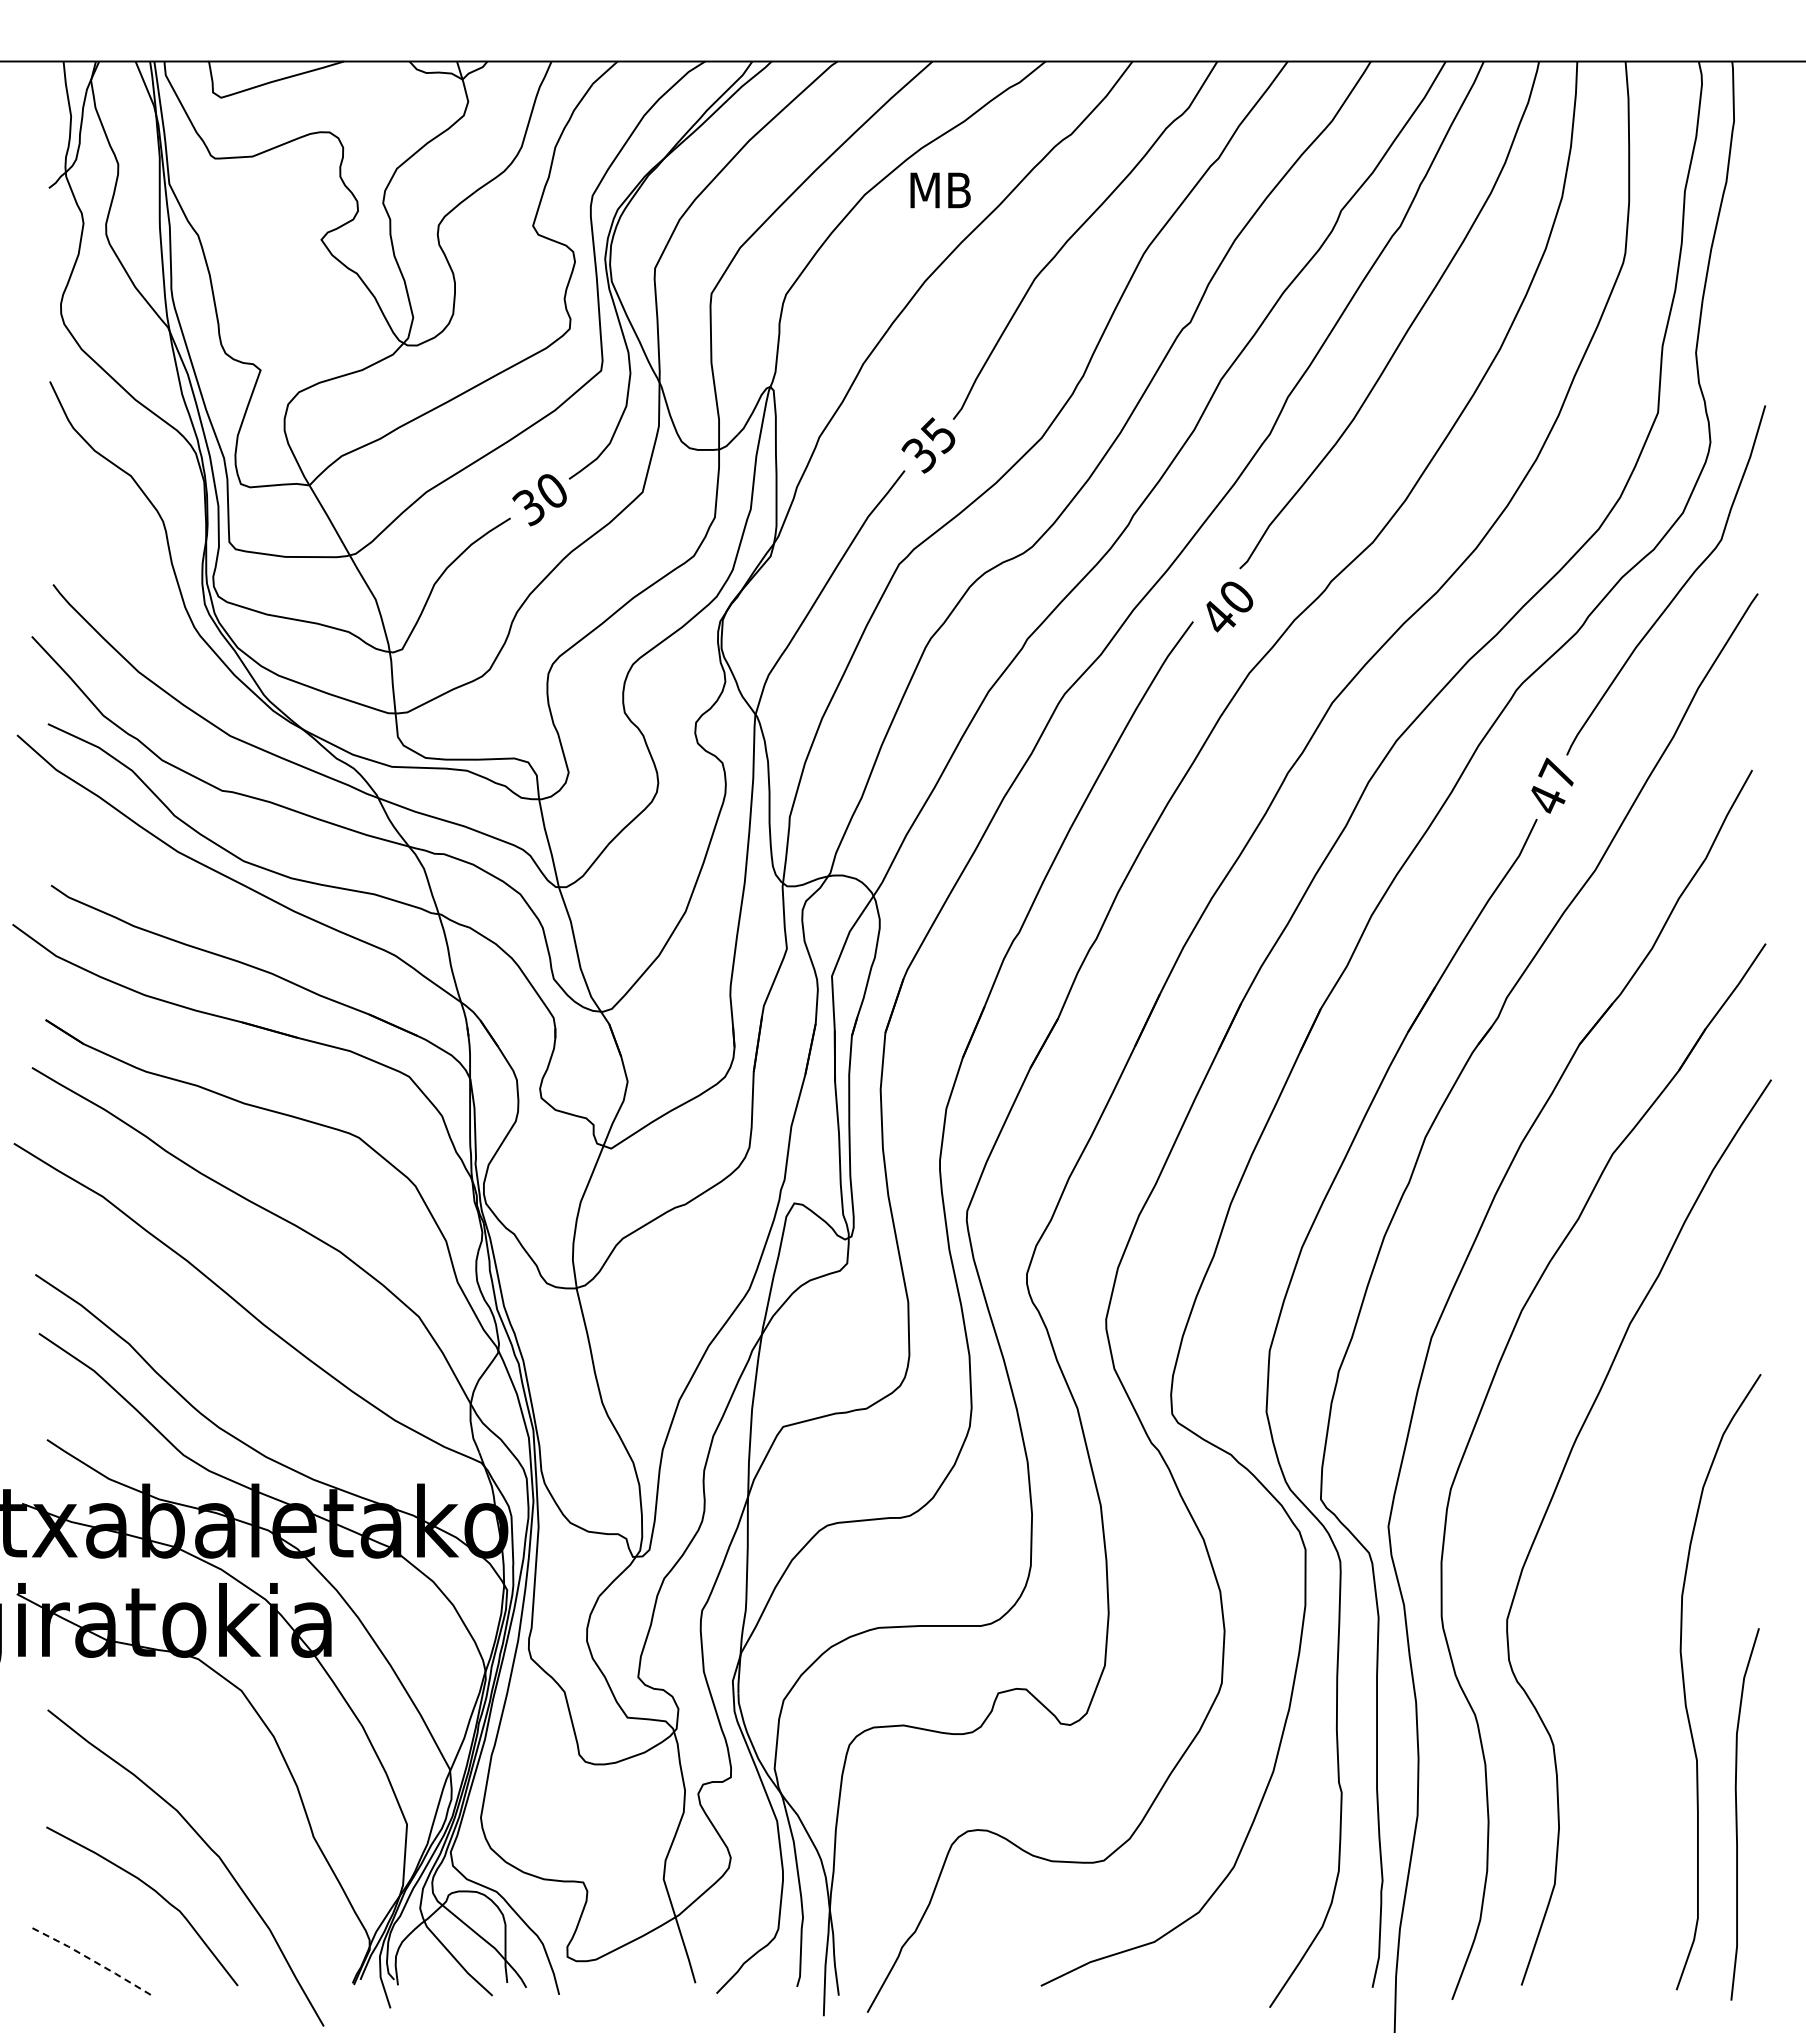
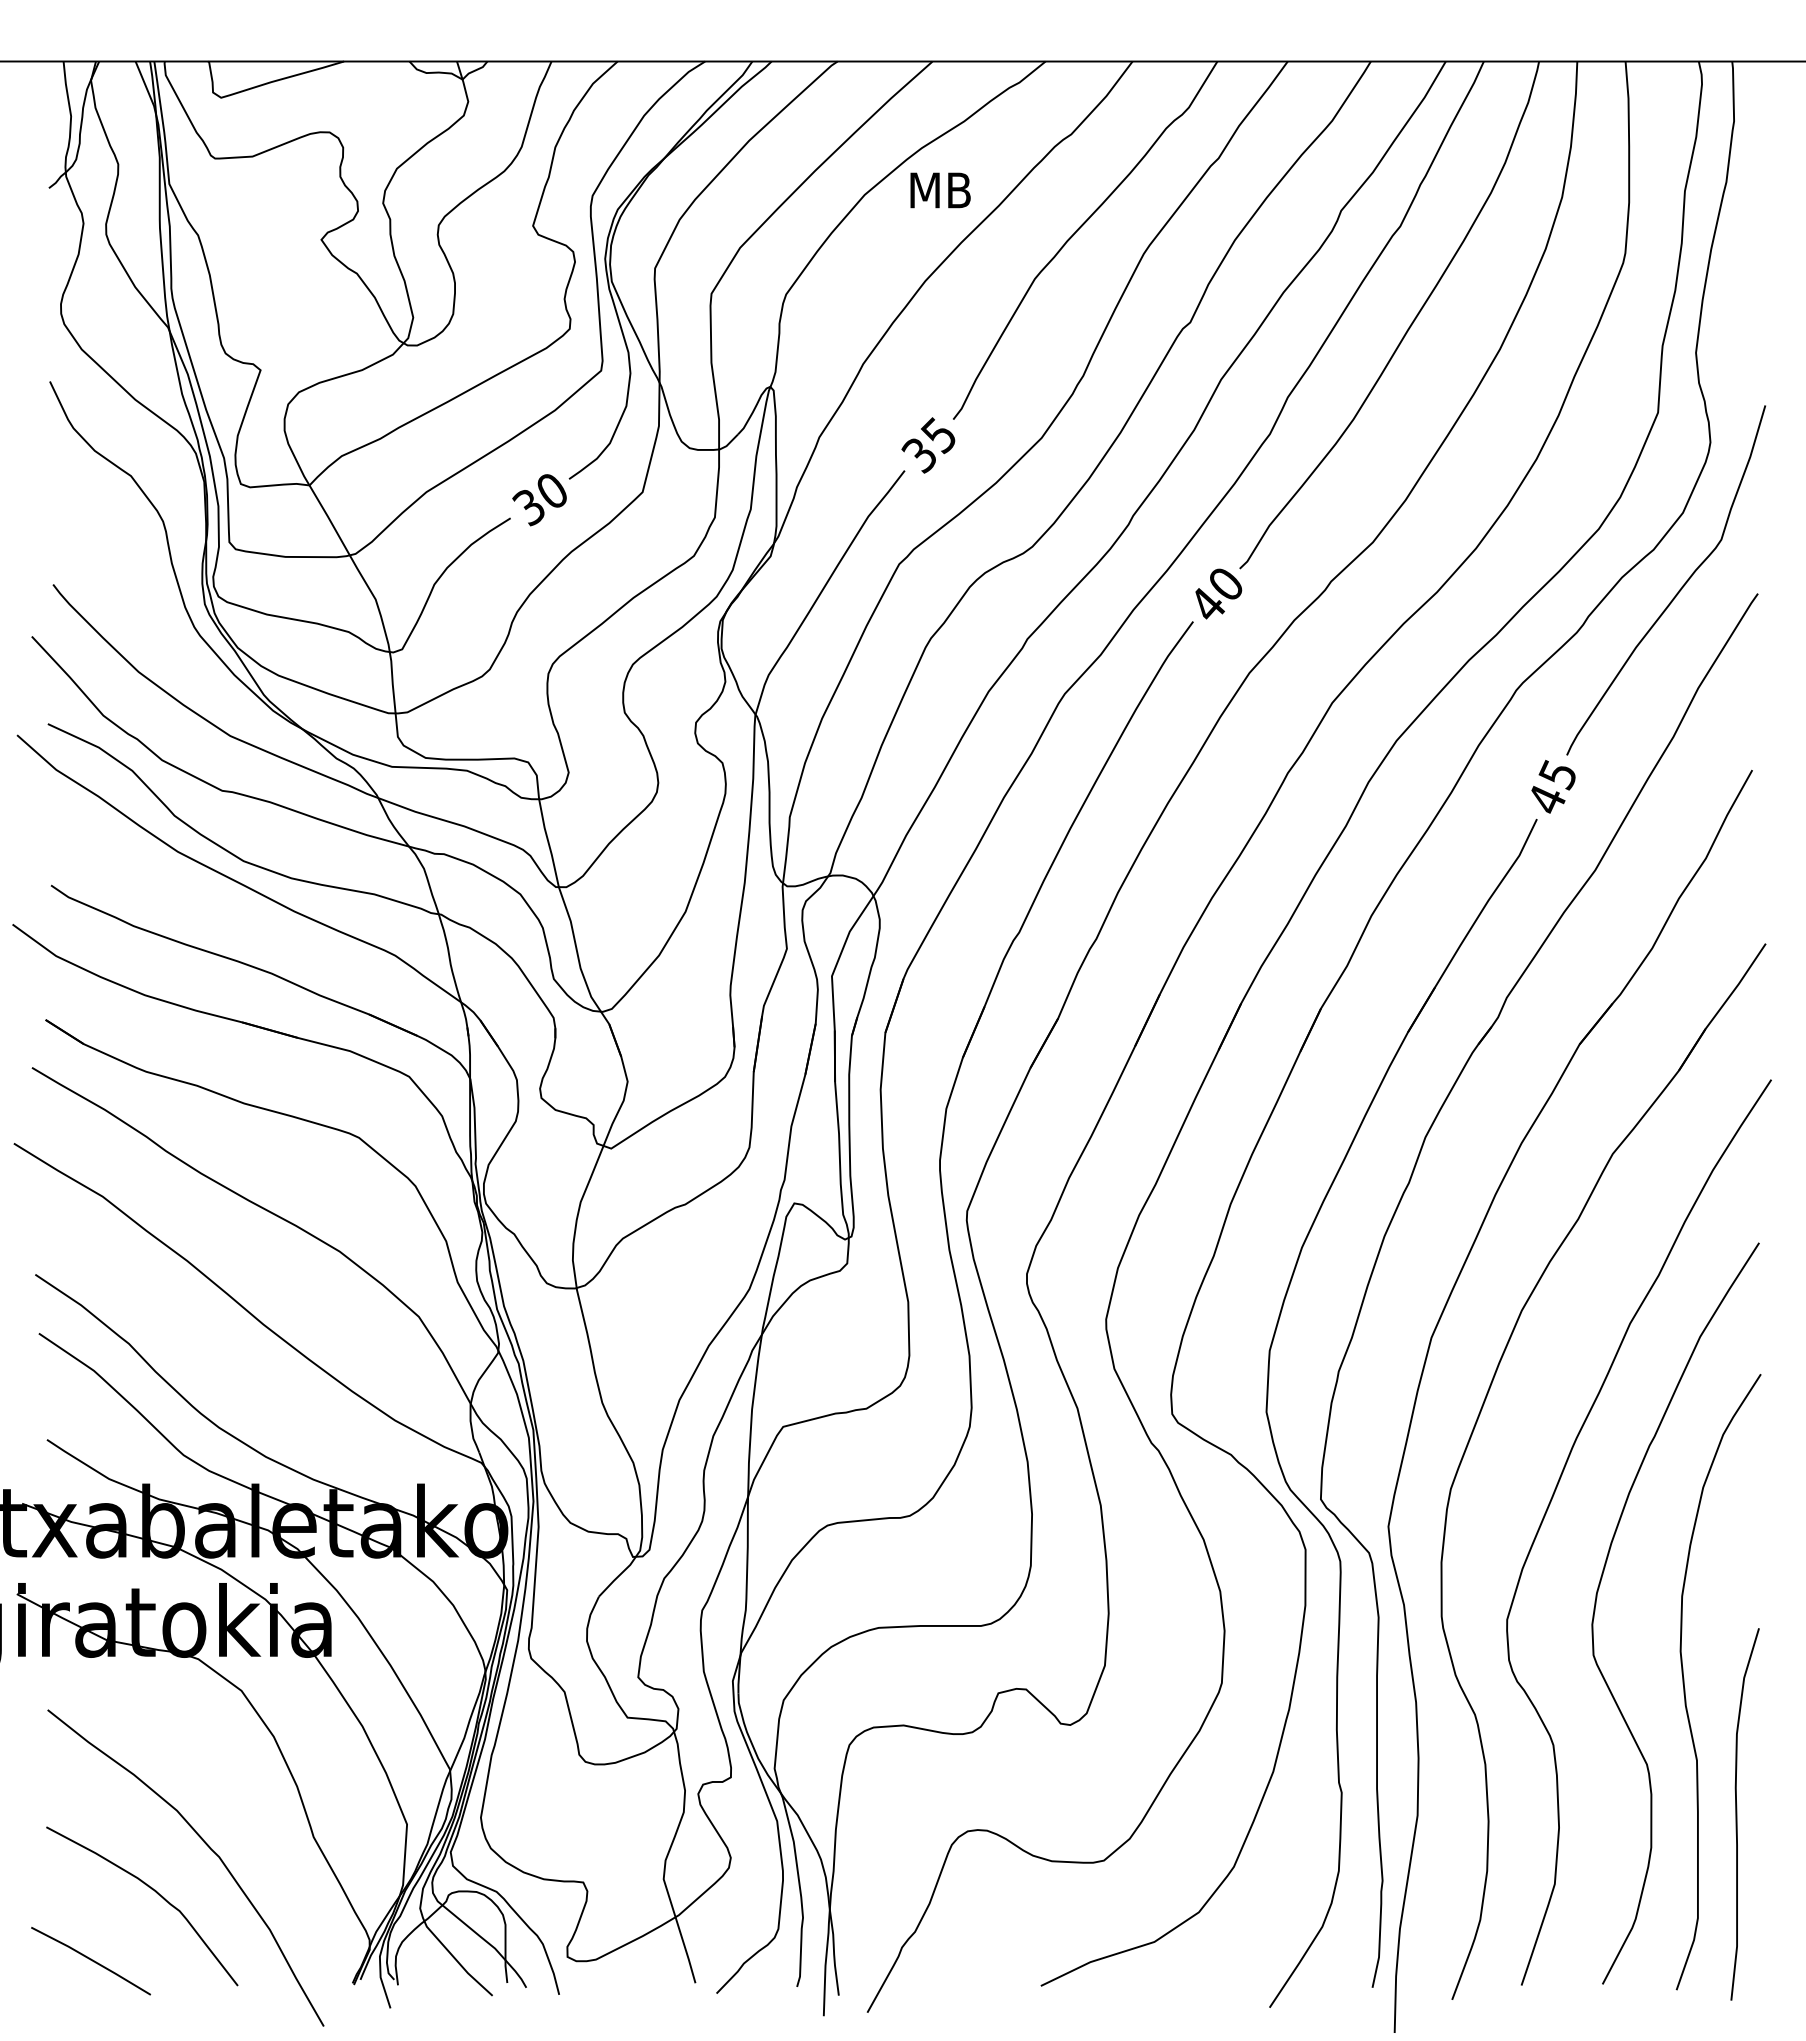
text at (1229, 606) position: (1229, 606) -> (1218, 593)
text at (1556, 773): 47 -> 45
curve at (1597, 1598): none -> present
line at (91, 1959): dashed -> solid
